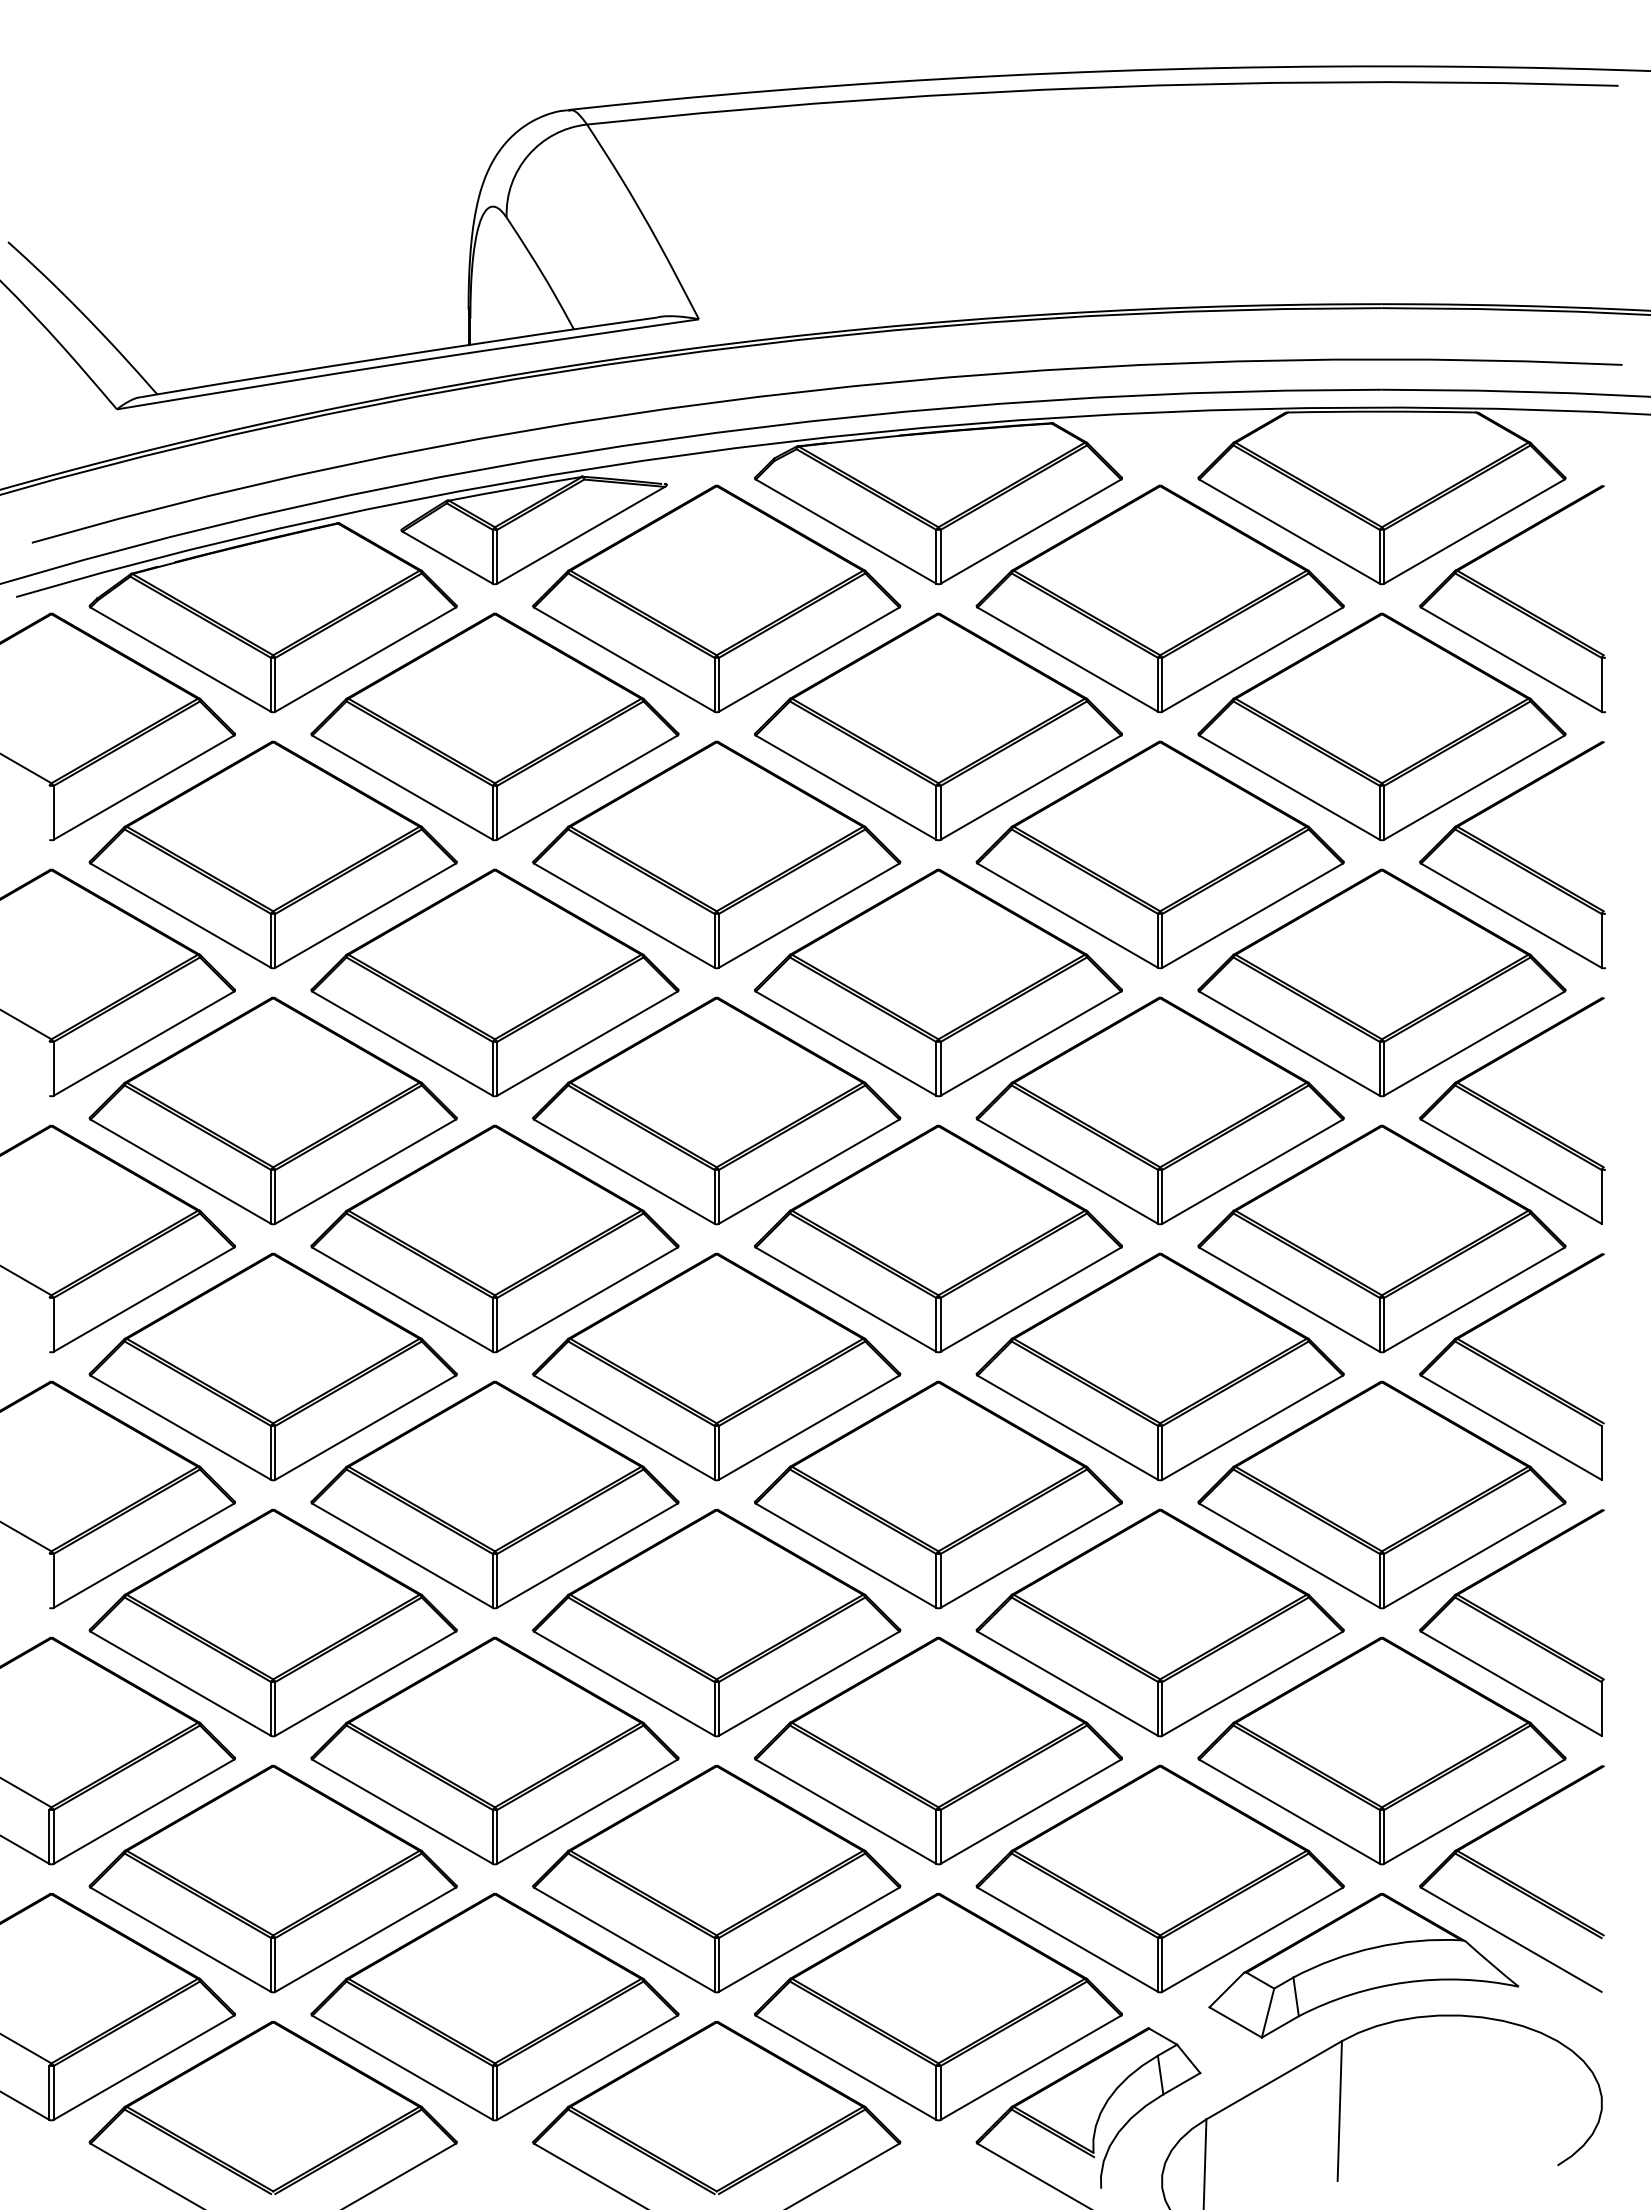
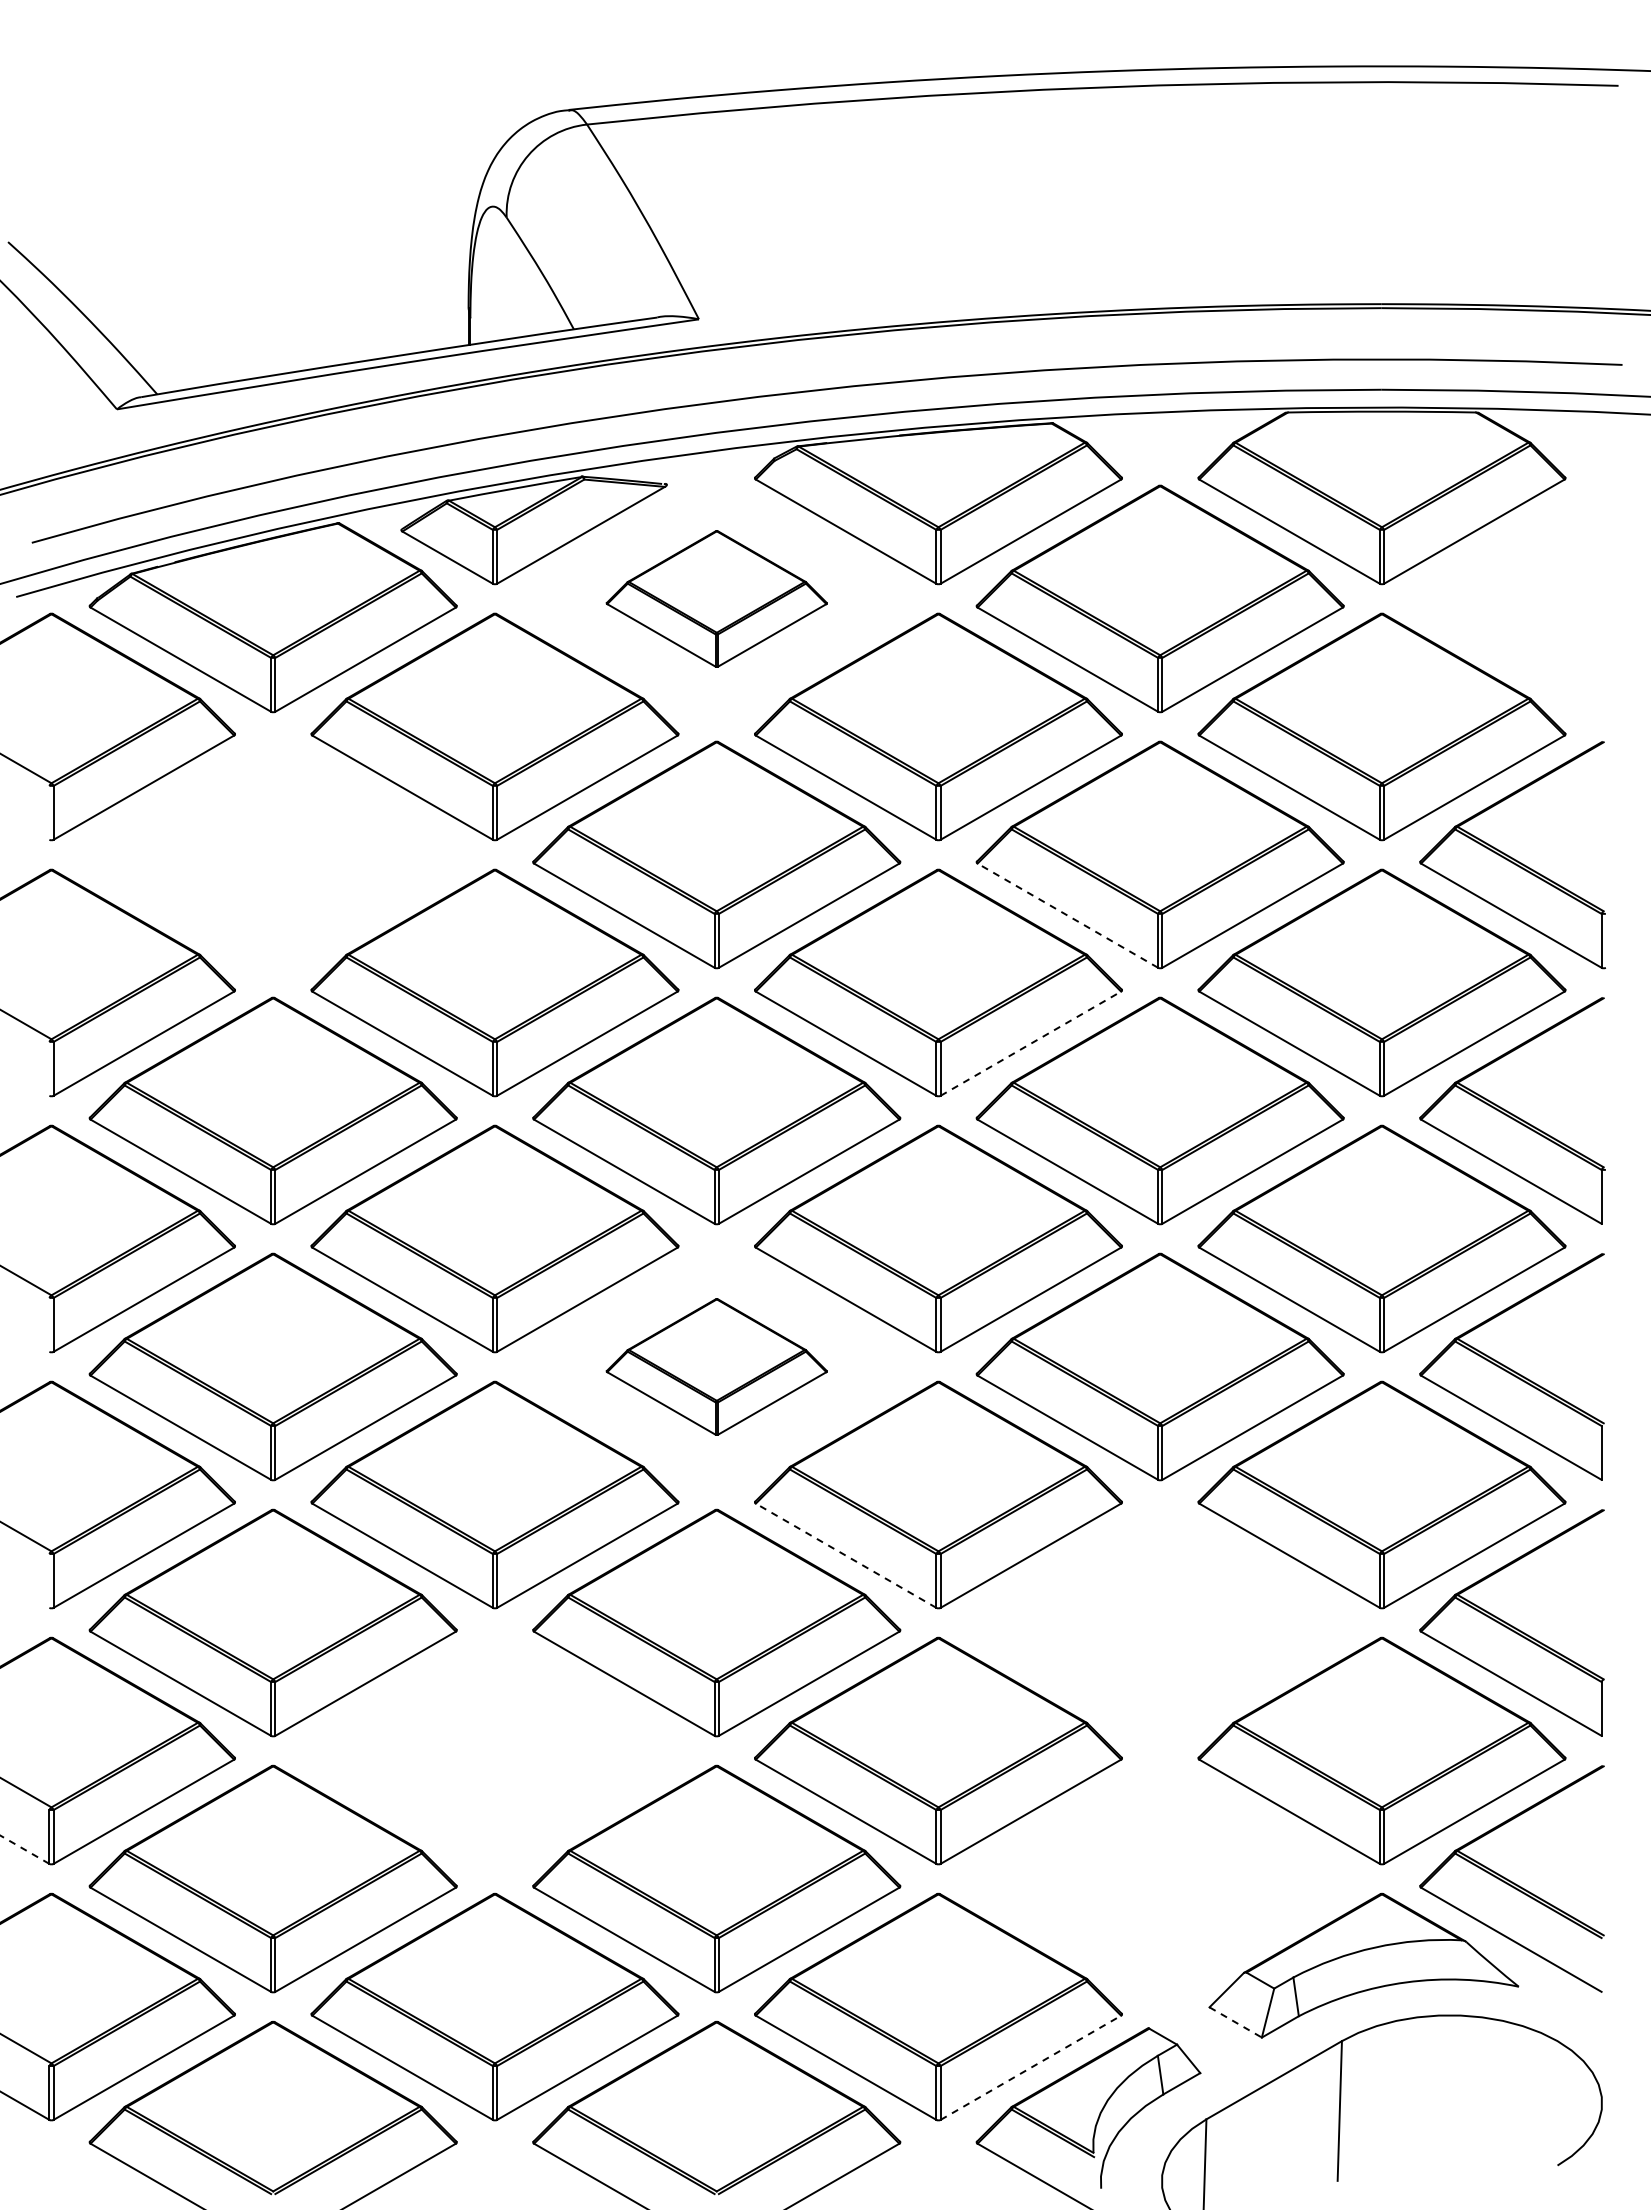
part at (716, 598) size: 370x230 px -> 223x138 px
part at (1512, 599): present -> none
part at (272, 854): present -> none
line at (1067, 915): solid -> dashed
line at (1031, 1043): solid -> dashed
part at (716, 1366) size: 370x230 px -> 223x138 px
line at (845, 1555): solid -> dashed
part at (1159, 1622): present -> none
part at (494, 1750): present -> none
line at (24, 1849): solid -> dashed
part at (1159, 1878): present -> none
line at (1236, 2022): solid -> dashed
line at (1031, 2067): solid -> dashed
